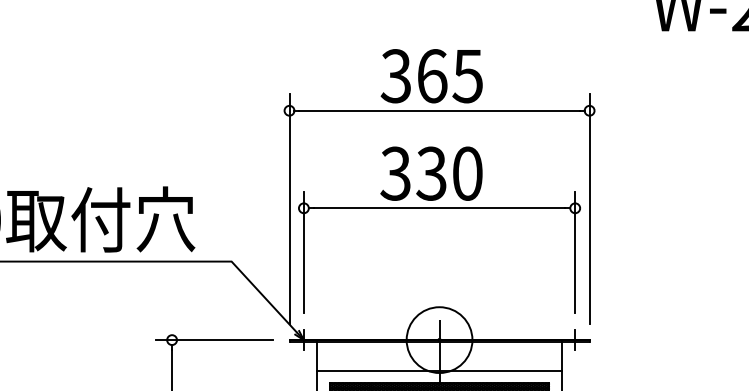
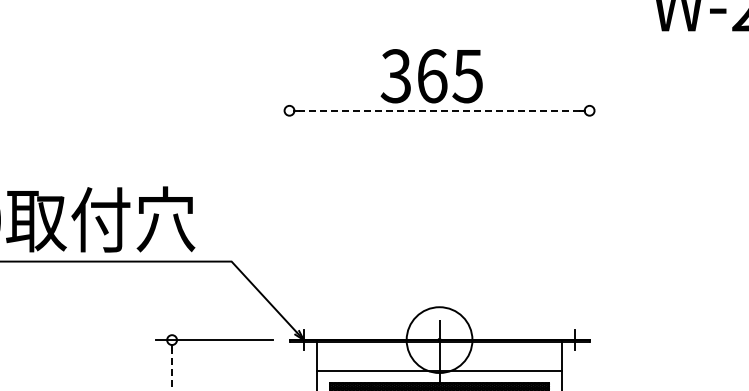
line at (439, 110): solid -> dashed
line at (289, 208): present -> none
part at (439, 208): present -> none
line at (589, 208): present -> none
line at (172, 369): solid -> dashed
